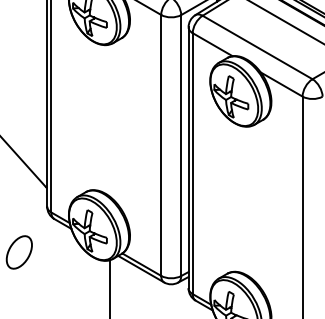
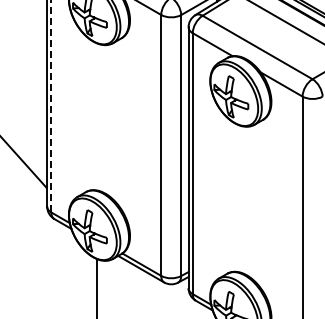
line at (51, 106): solid -> dashed
part at (18, 252): present -> none
line at (110, 287) position: (110, 287) -> (97, 287)
